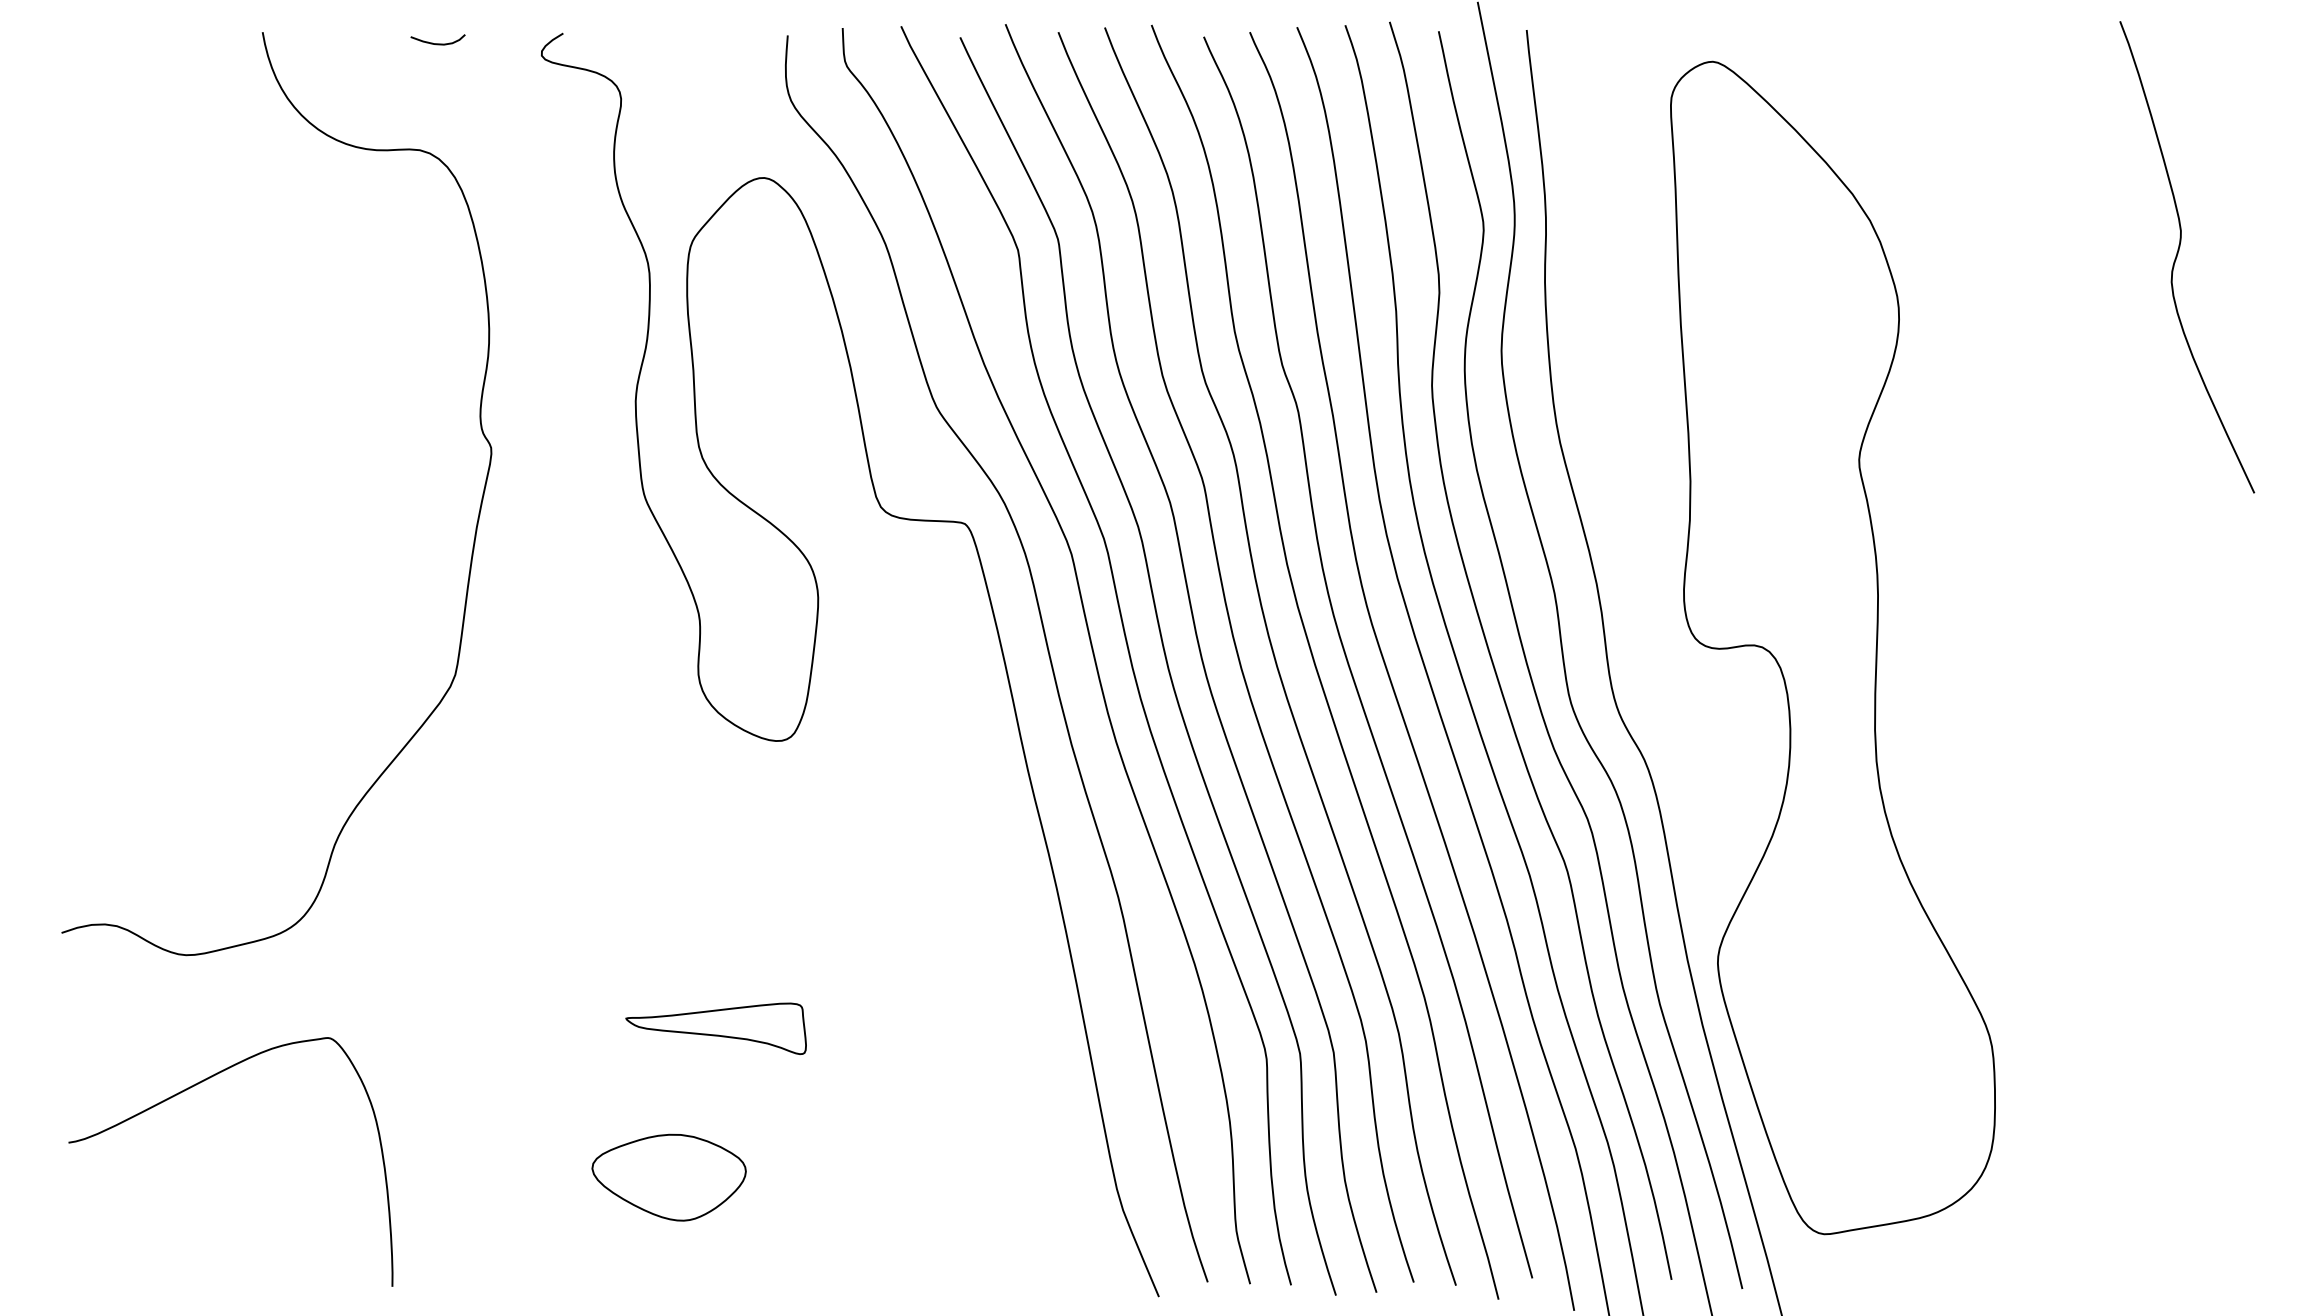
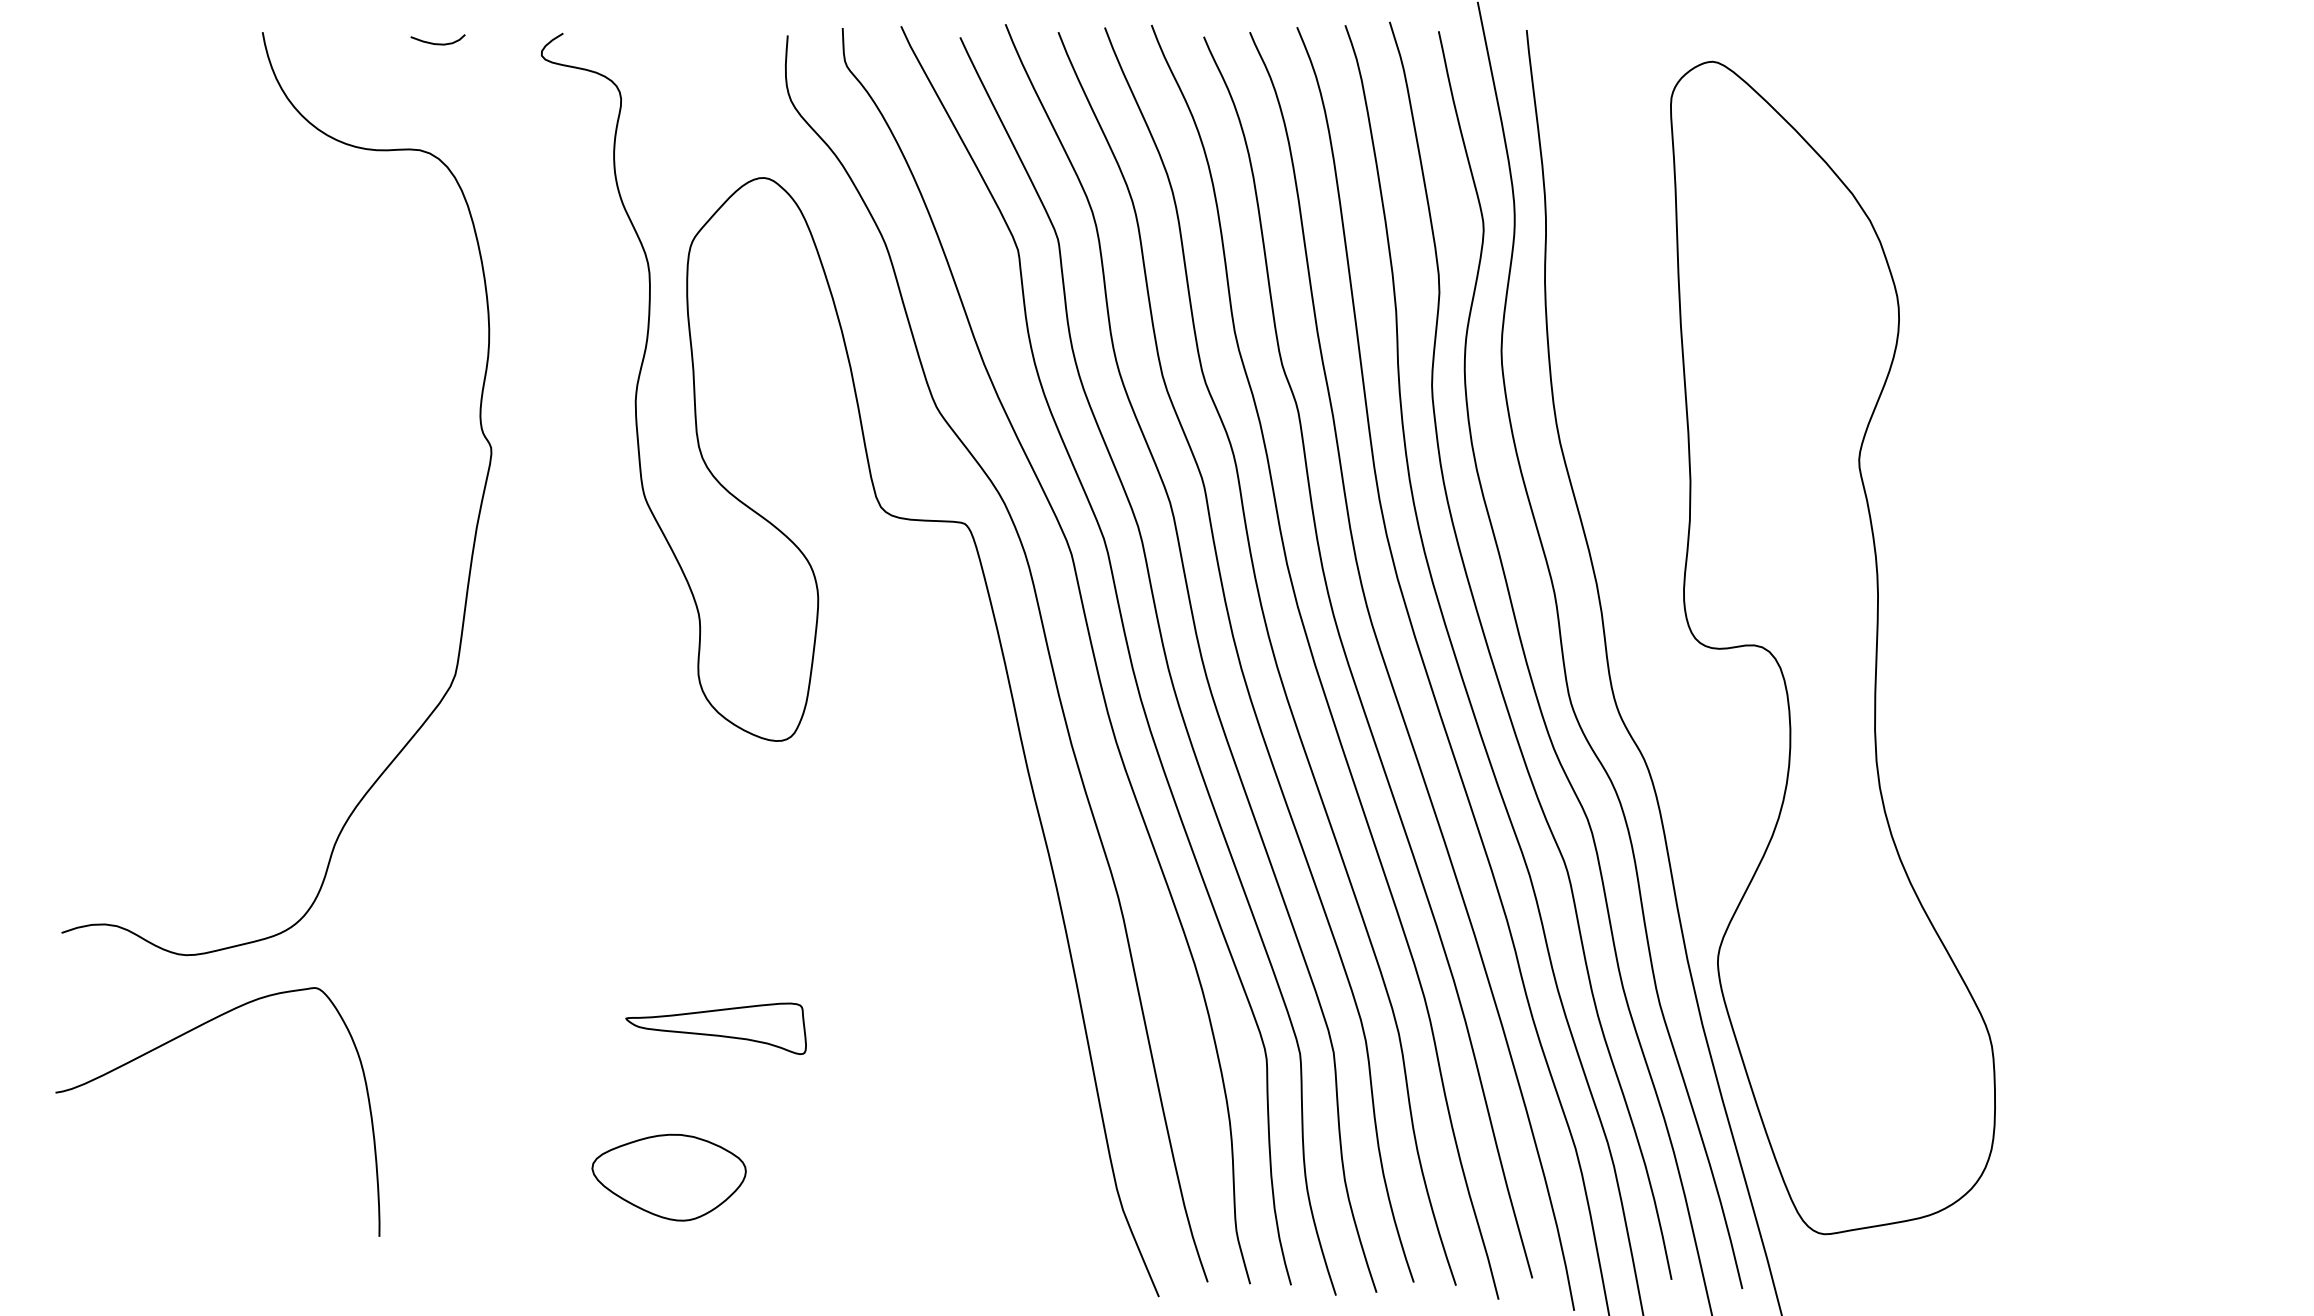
curve at (2178, 254): present -> none
curve at (192, 1087) position: (192, 1087) -> (179, 1037)
